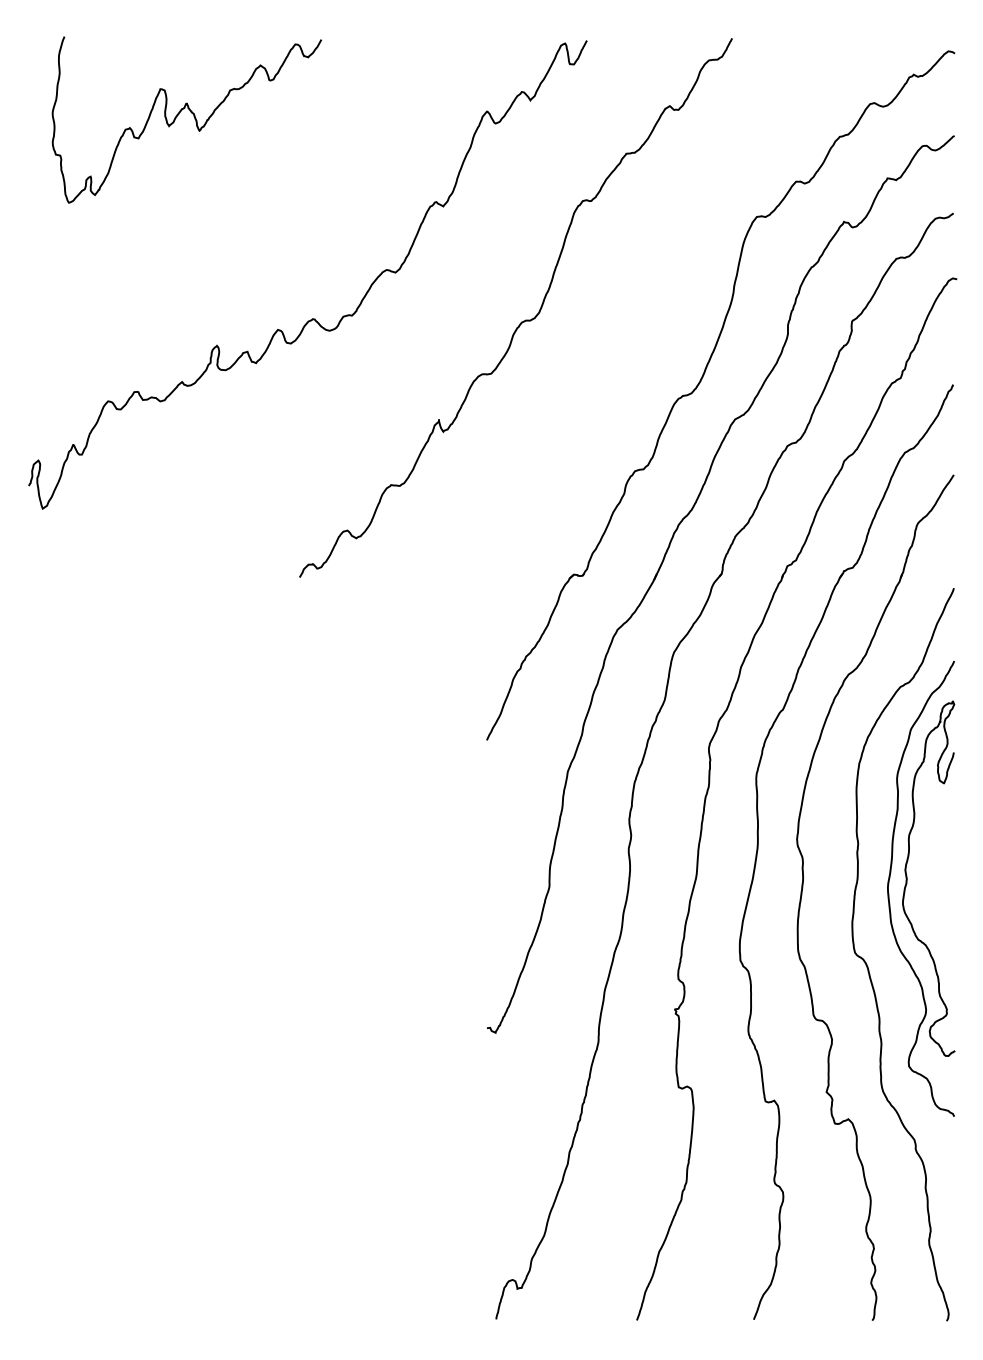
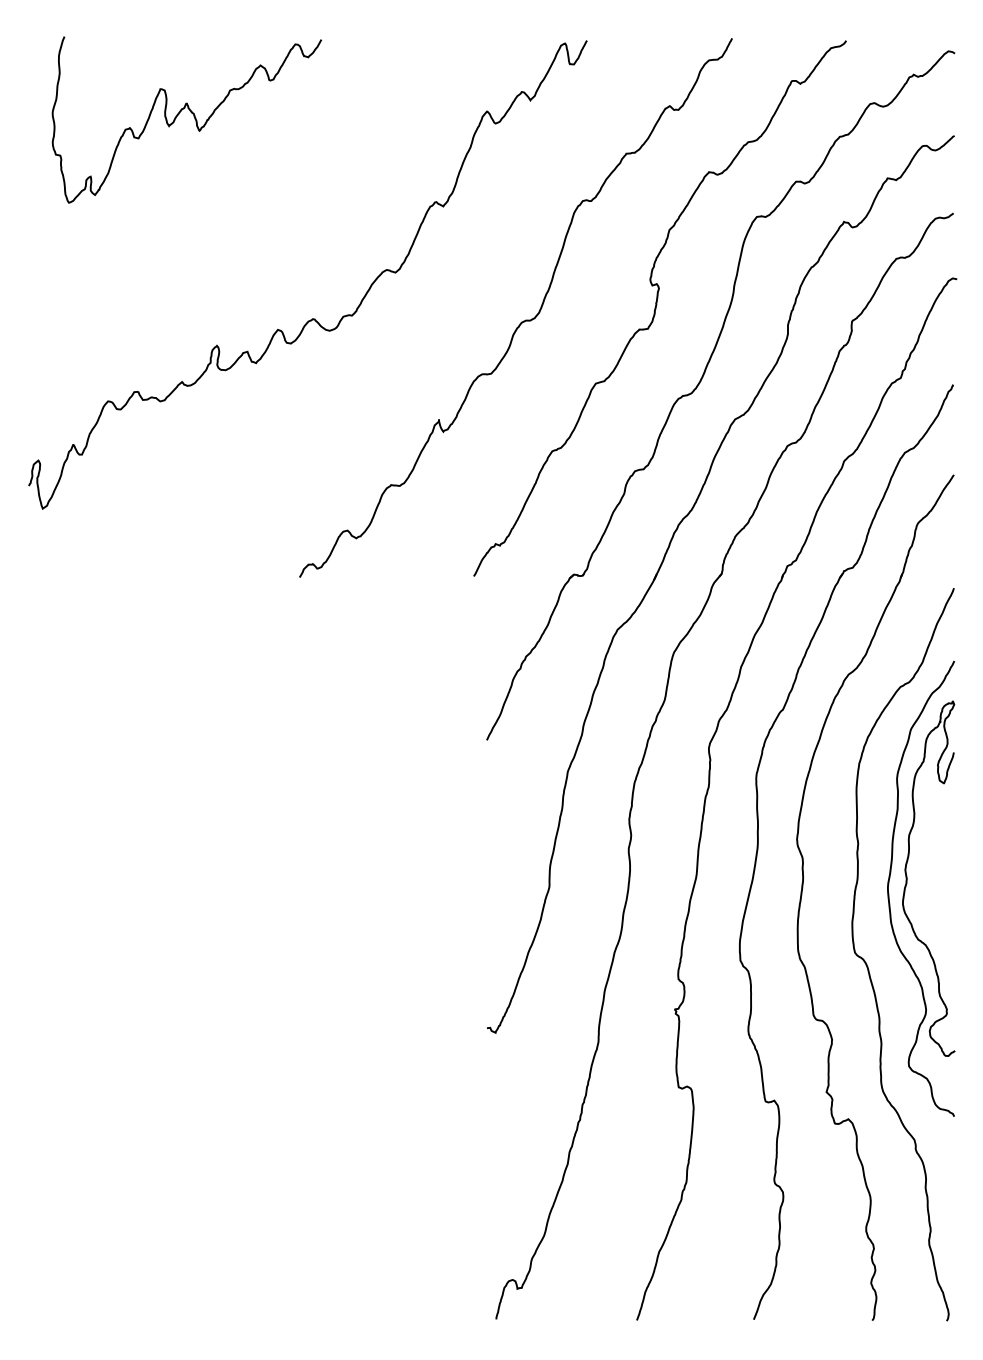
curve at (656, 308): none -> present
